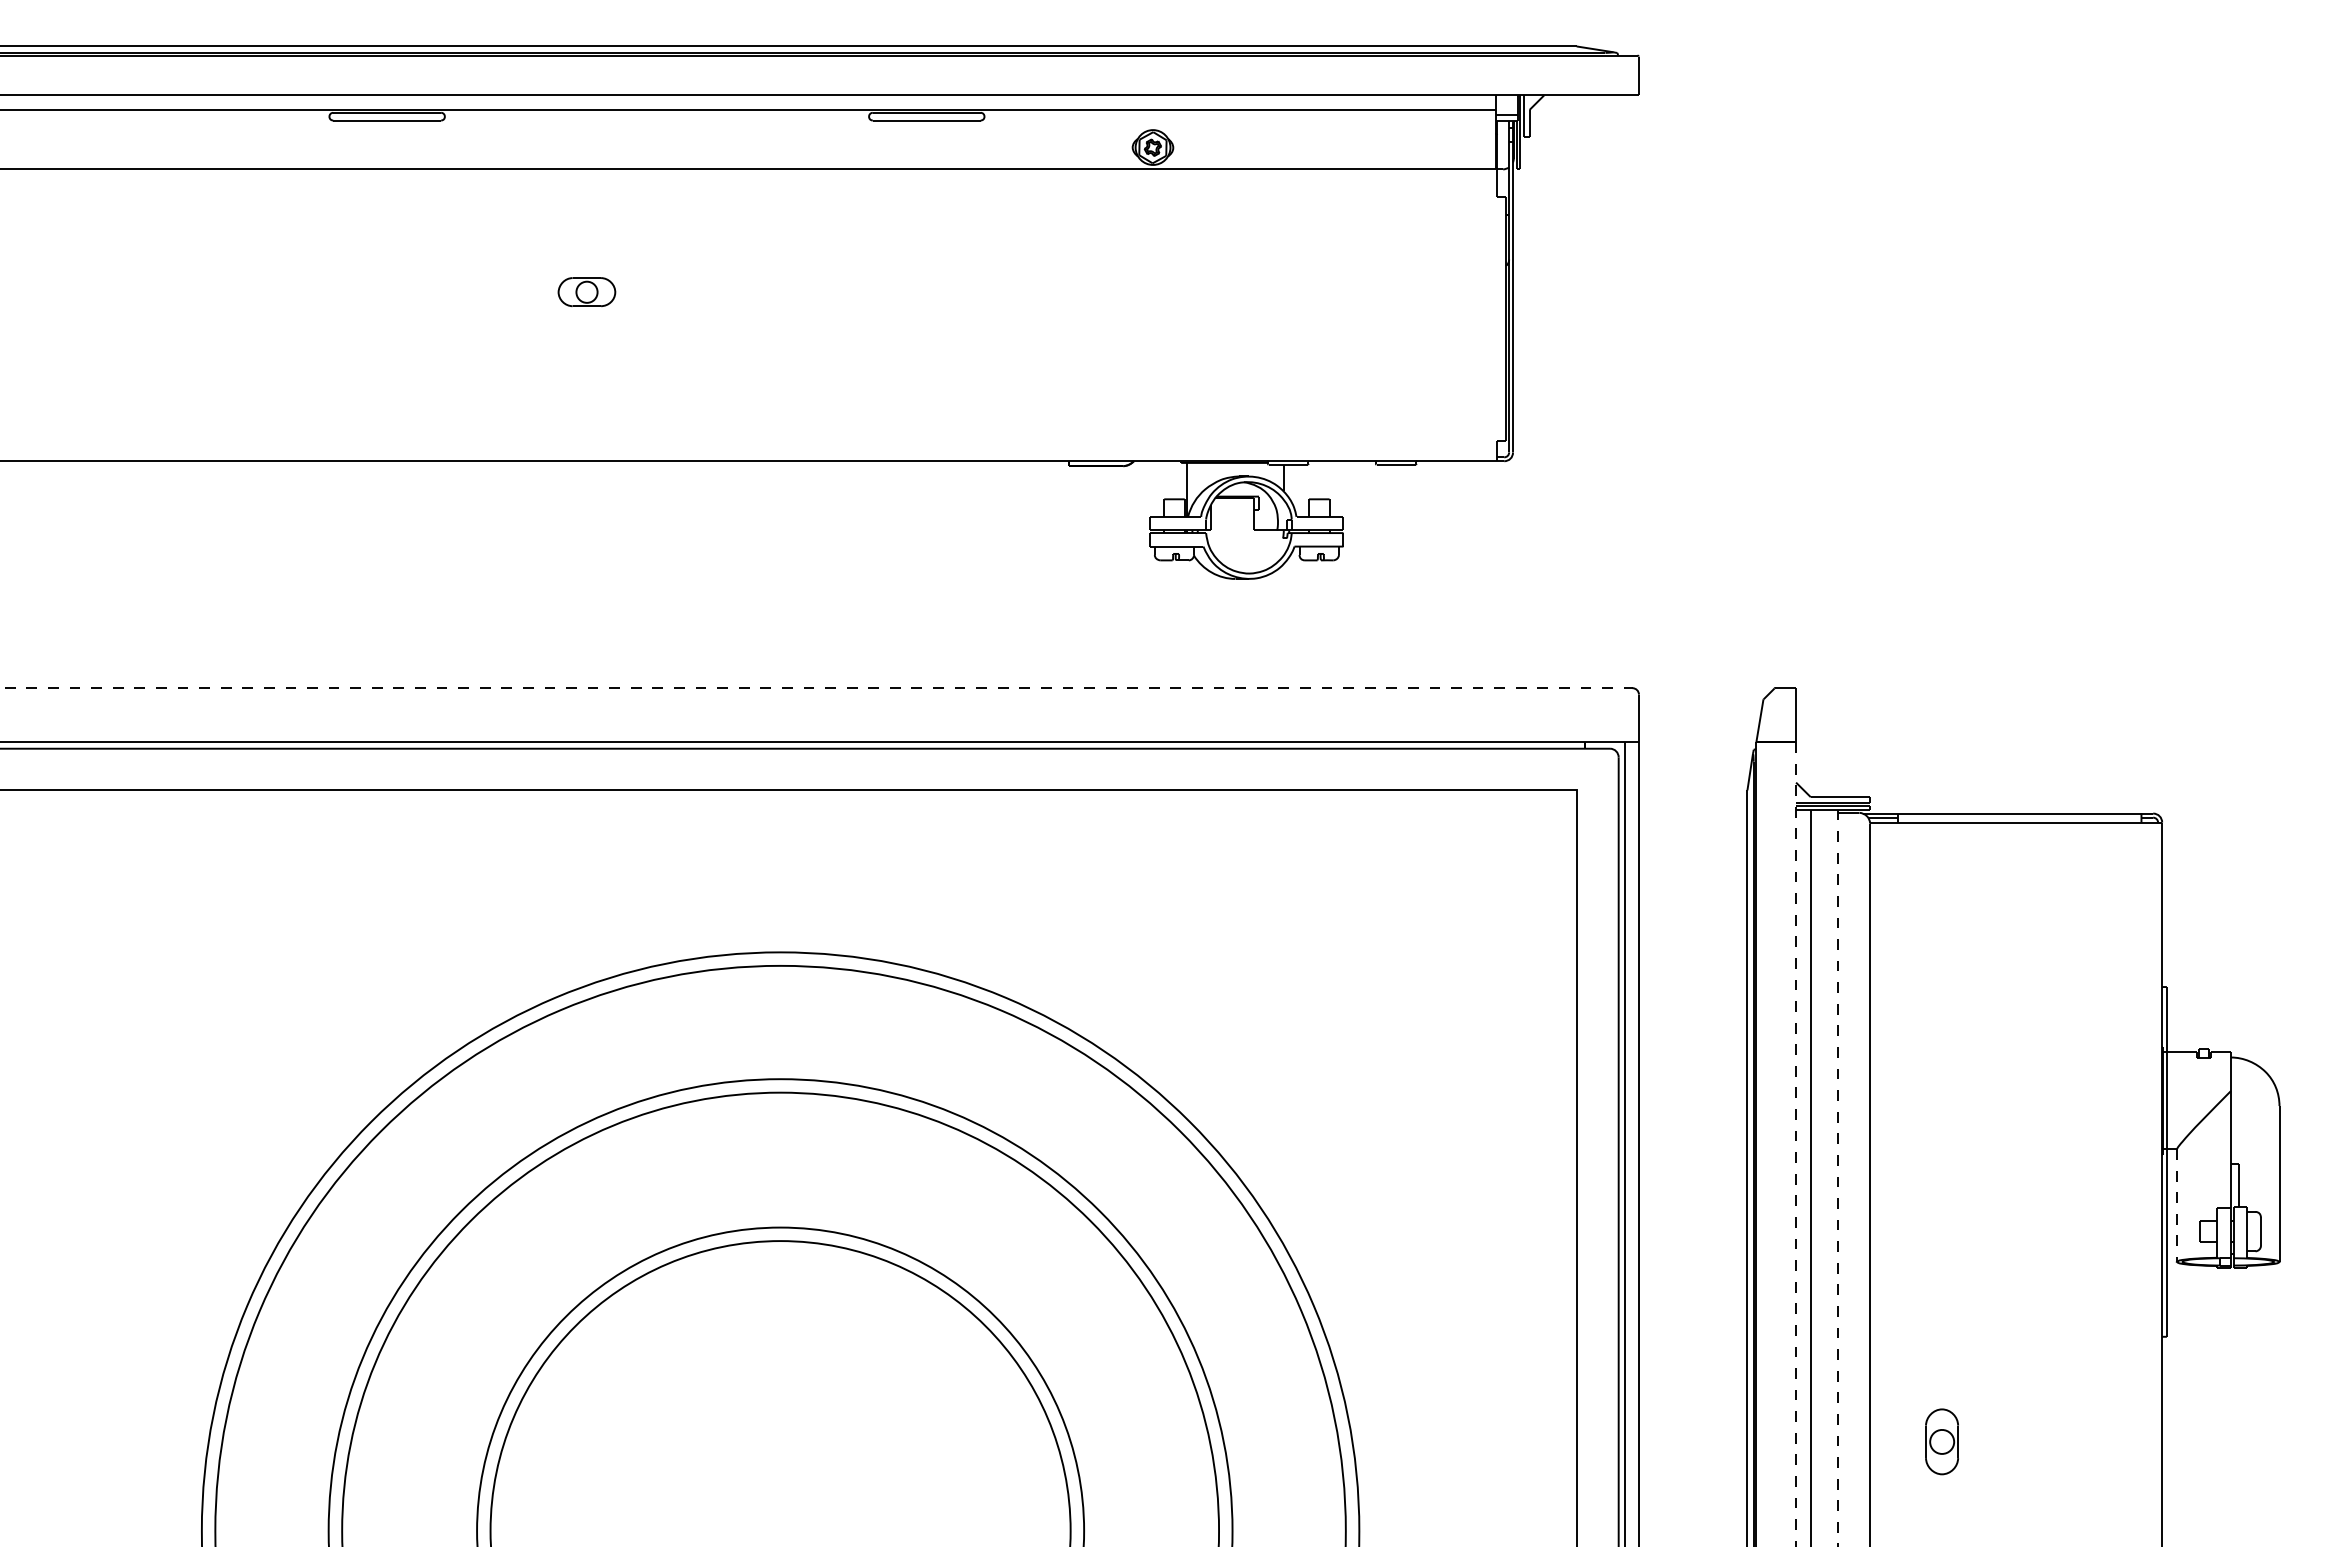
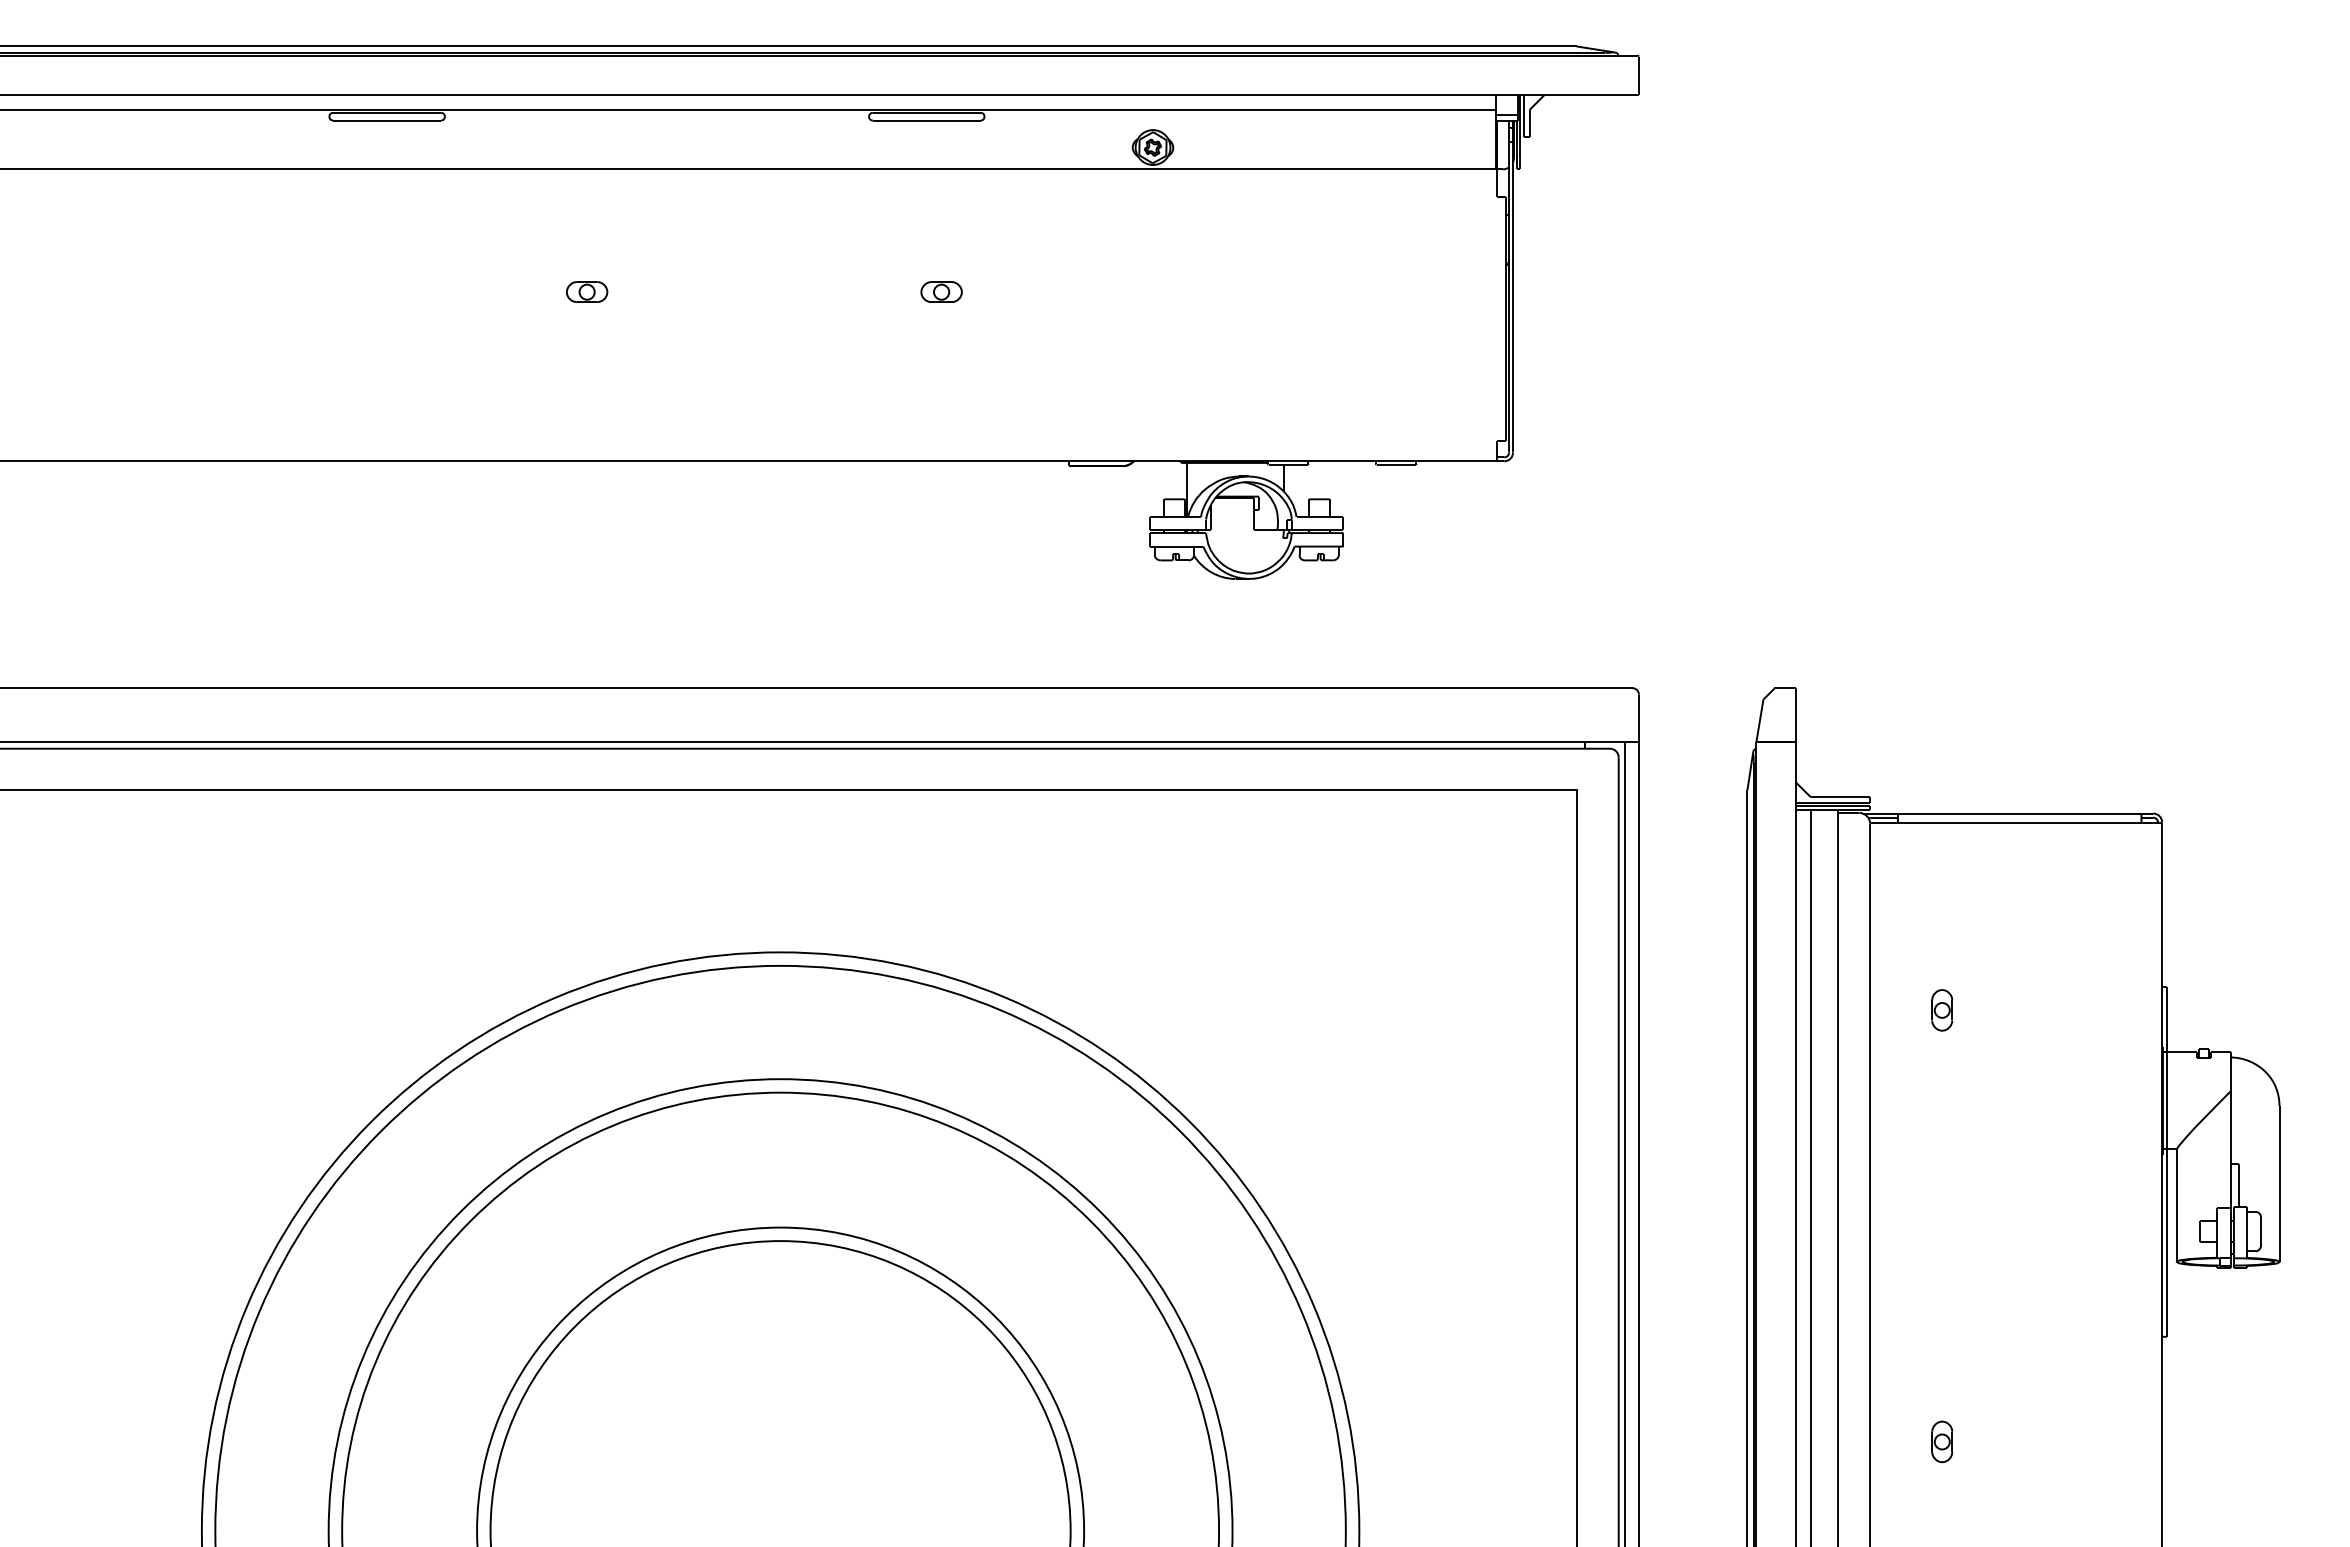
part at (941, 291): none -> present
part at (586, 292) size: 60x31 px -> 43x22 px
line at (816, 688): dashed -> solid
part at (1942, 1010): none -> present
line at (1796, 1145): dashed -> solid
line at (1837, 1178): dashed -> solid
line at (2176, 1206): dashed -> solid
part at (1941, 1441) size: 34x68 px -> 23x44 px
